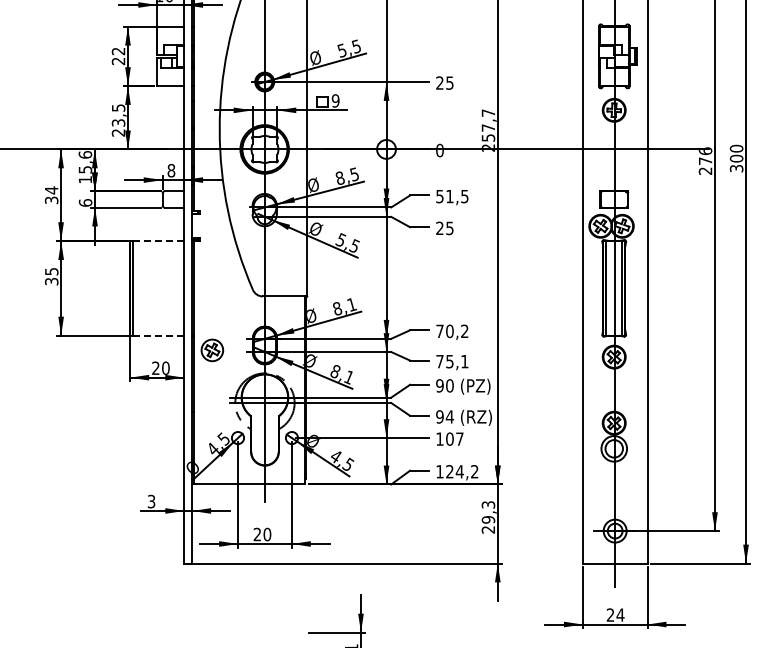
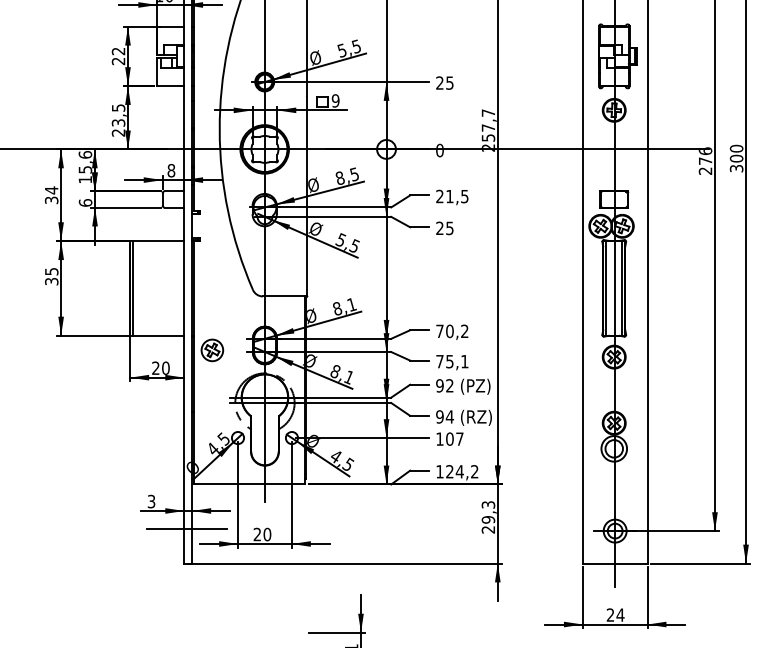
text at (439, 196): 51,5 -> 21,5
line at (158, 241): dashed -> solid
line at (158, 335): dashed -> solid
text at (449, 385): 90 -> 92
line at (186, 529): none -> present
